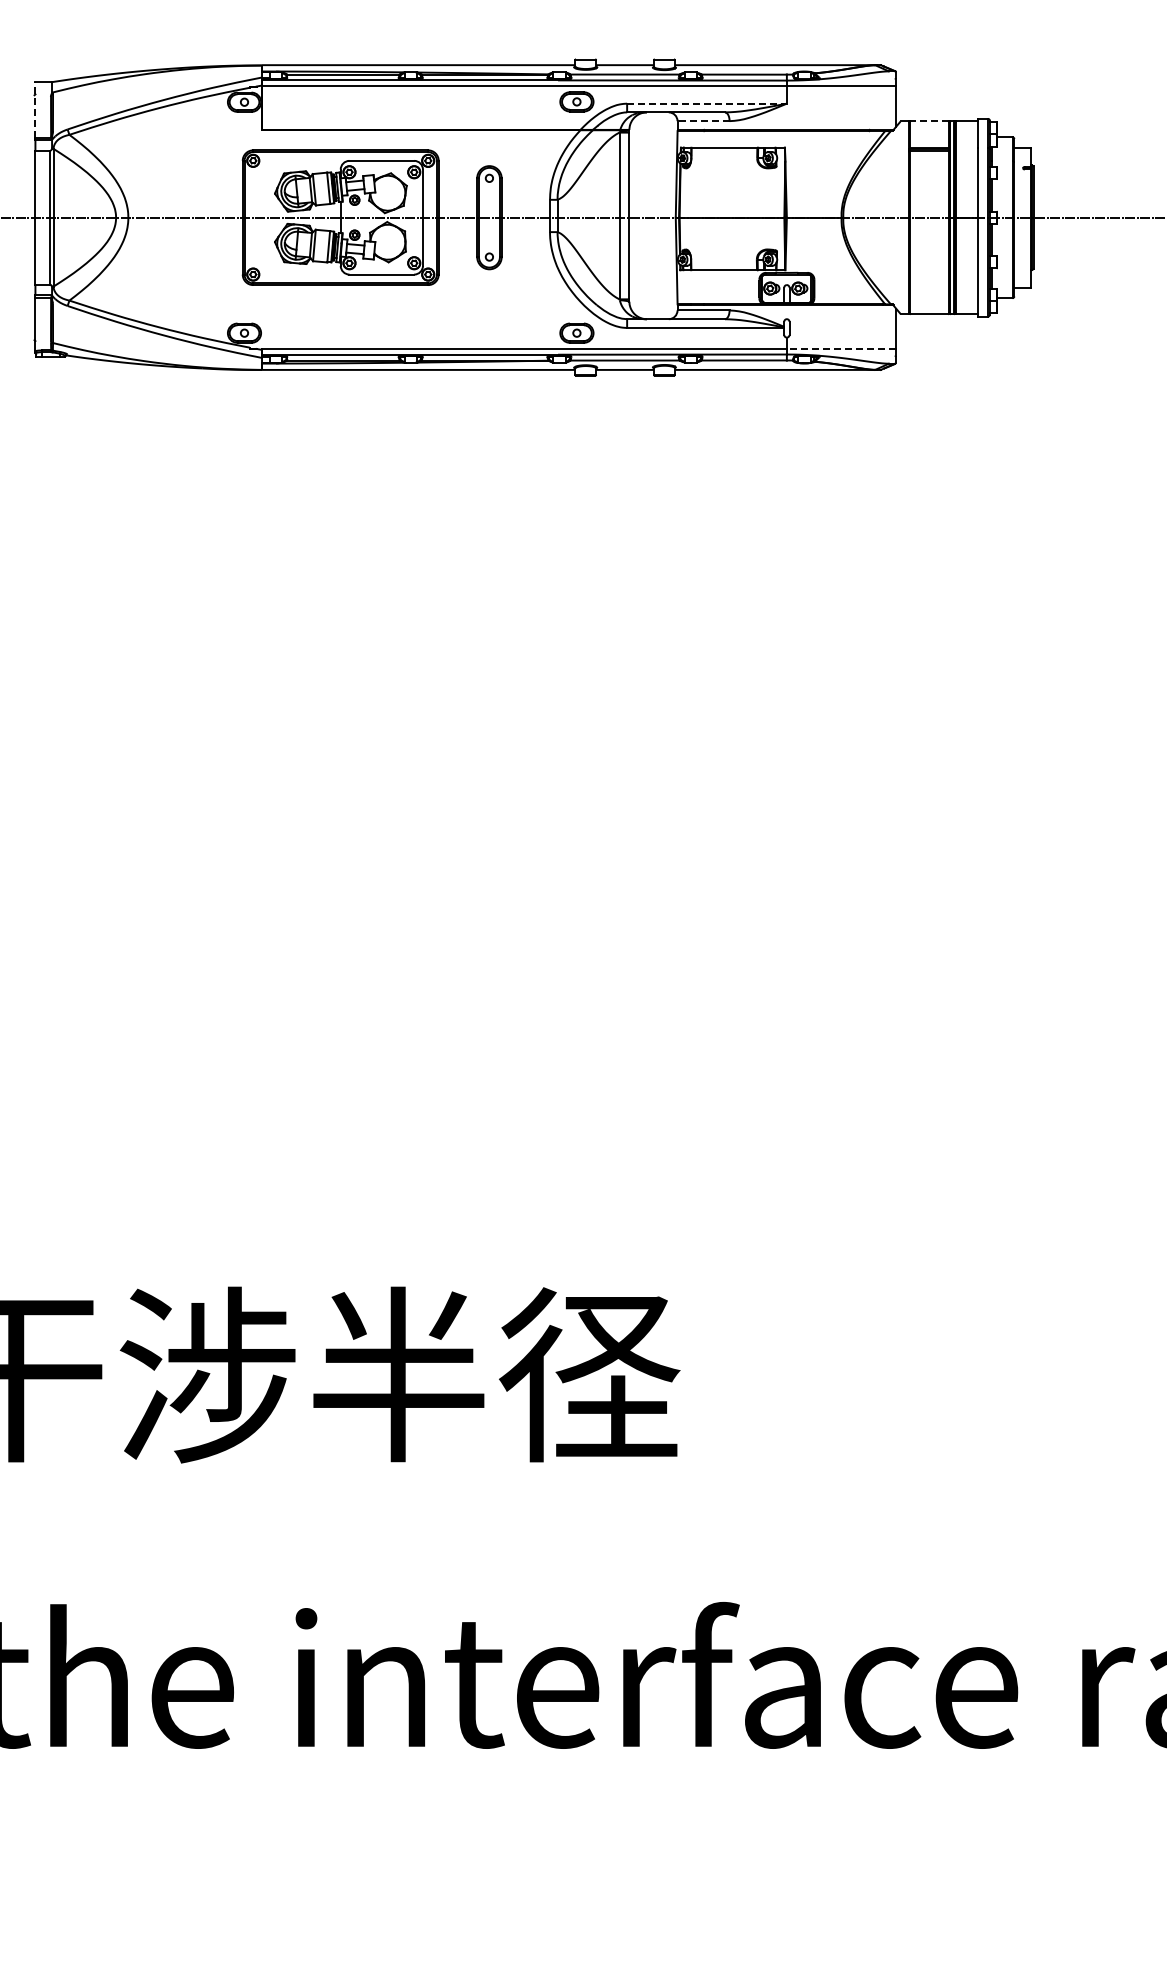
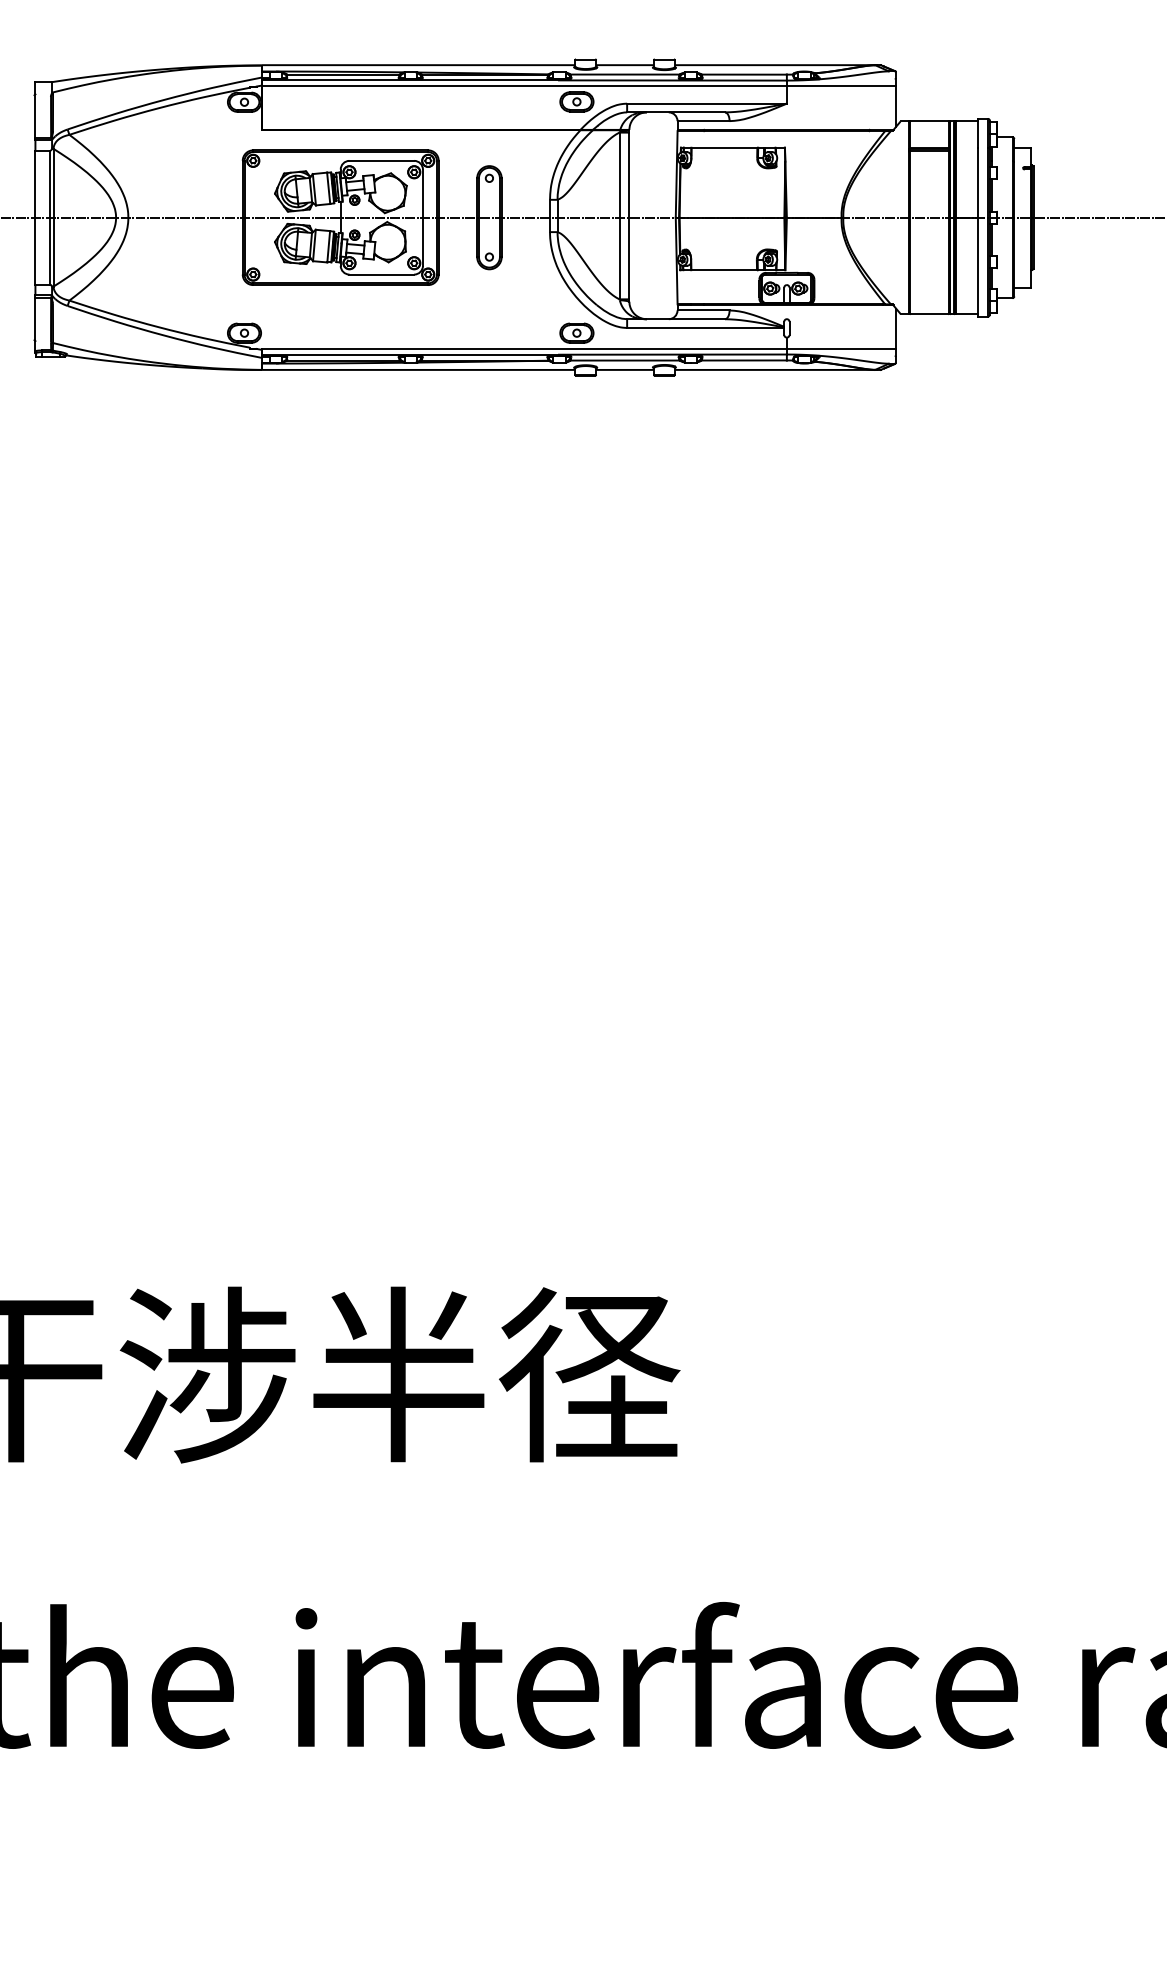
line at (707, 103): dashed -> solid
line at (35, 109): dashed -> solid
line at (703, 121): dashed -> solid
line at (928, 121): dashed -> solid
line at (841, 348): dashed -> solid
